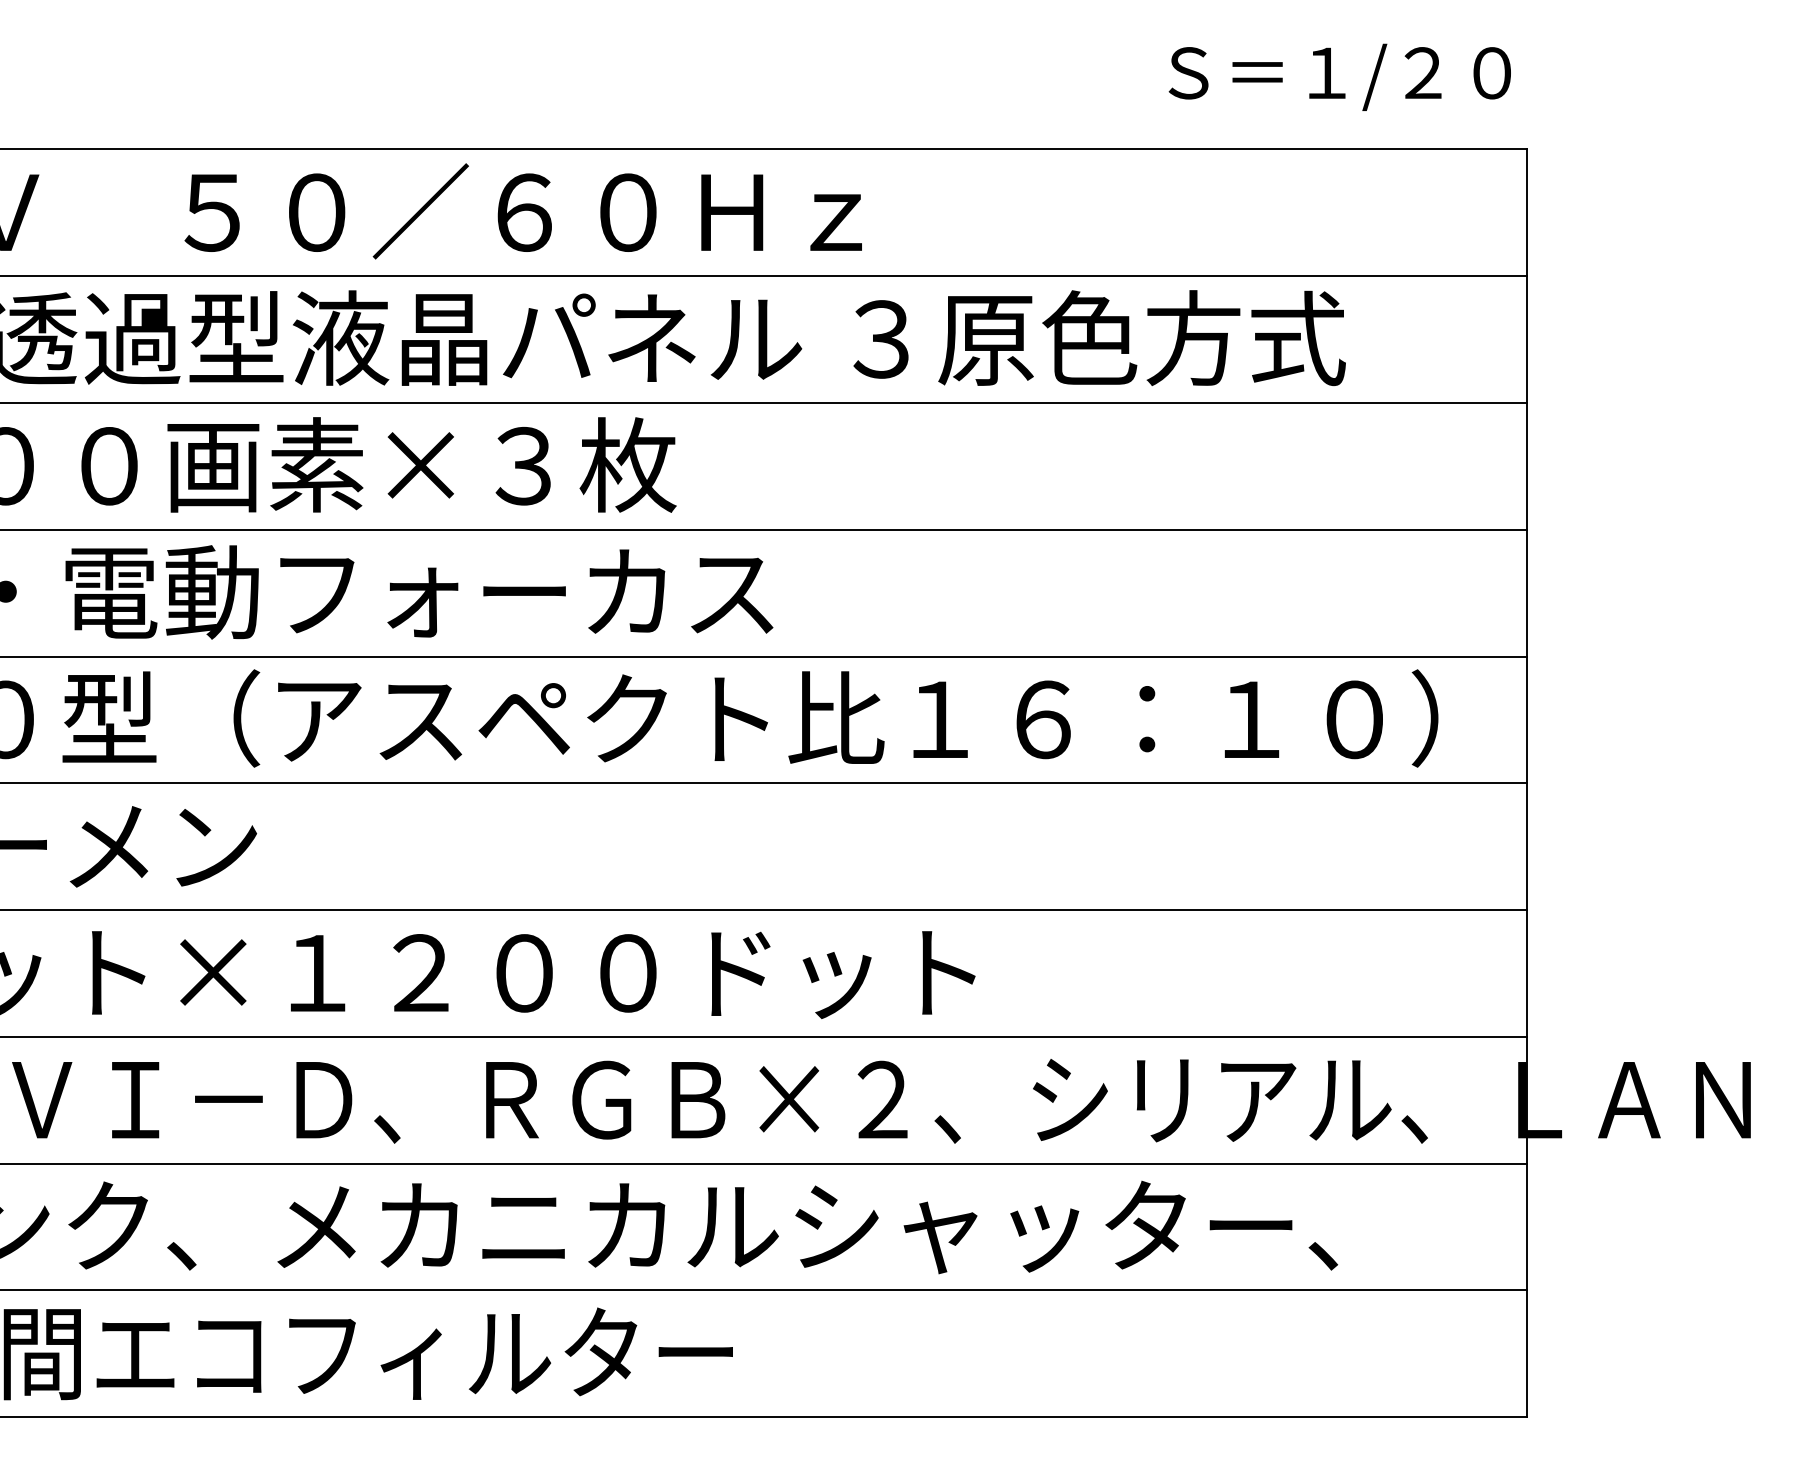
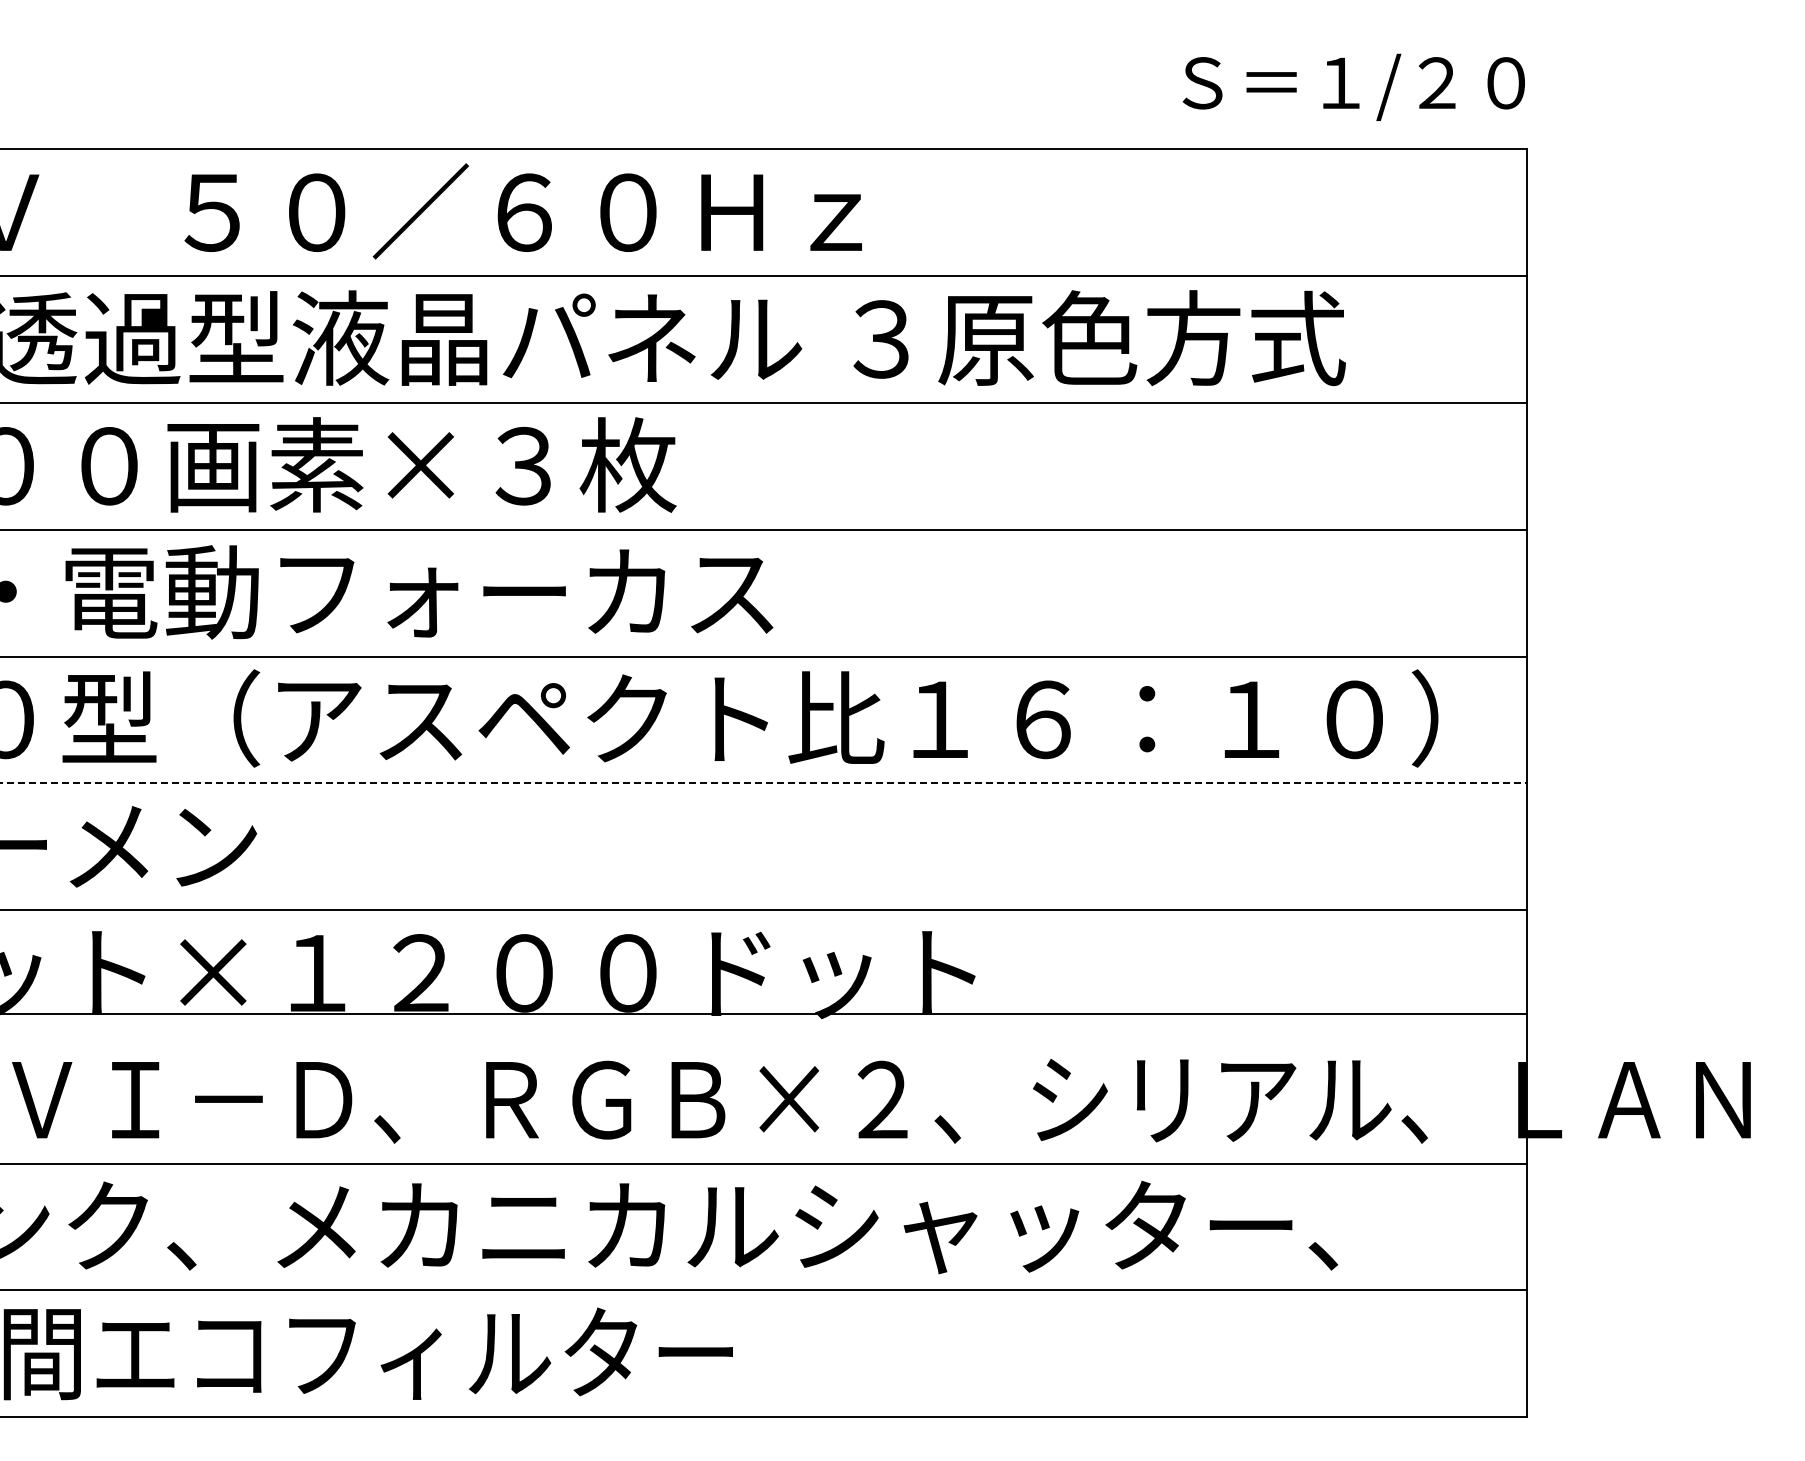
text at (1339, 76) position: (1339, 76) -> (1353, 86)
line at (764, 783): solid -> dashed
line at (764, 1036) position: (764, 1036) -> (764, 1013)
